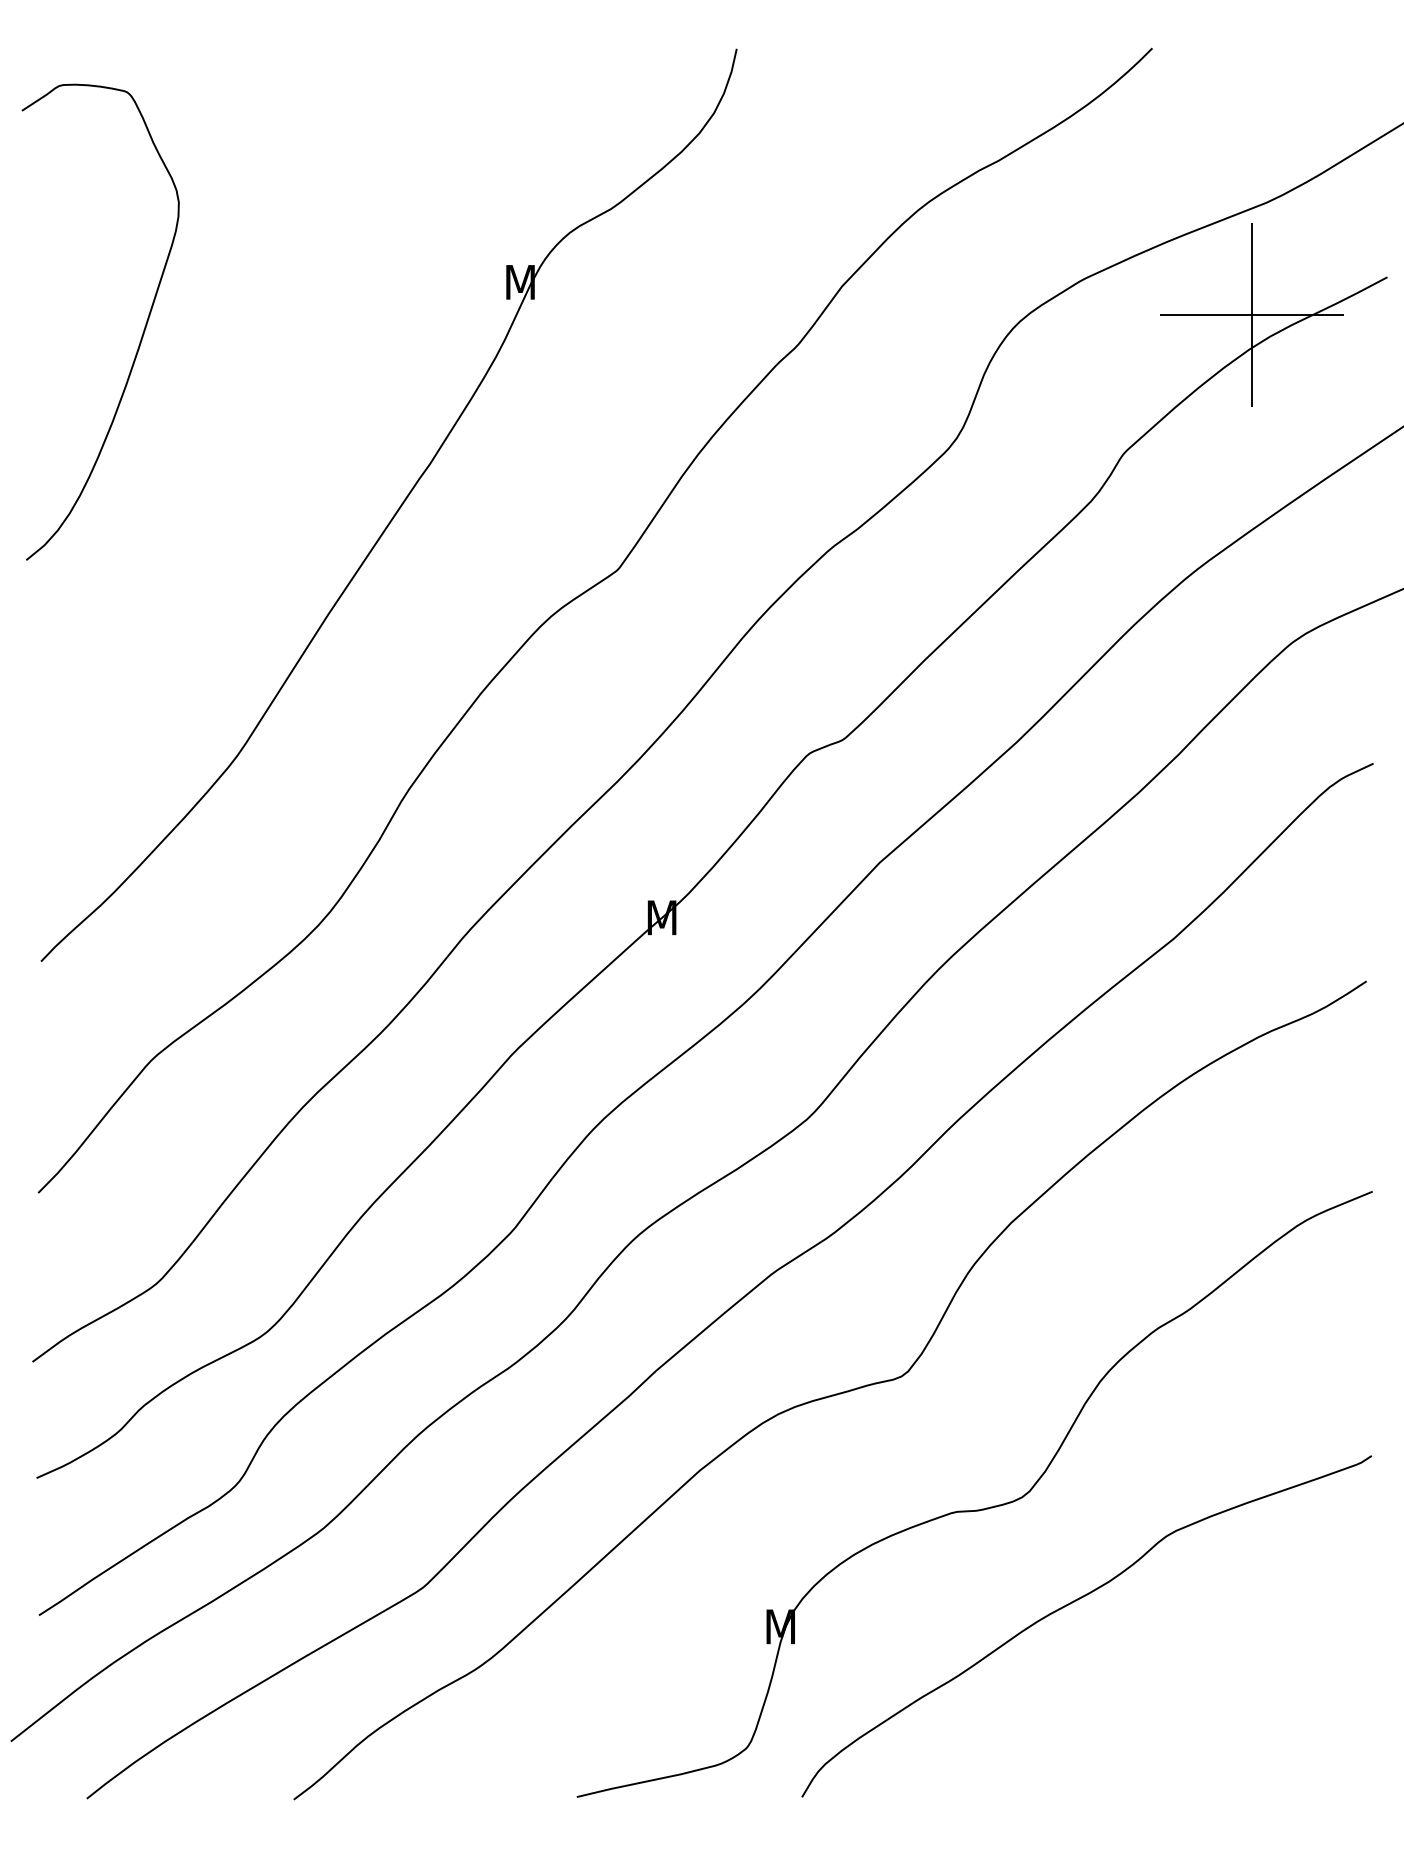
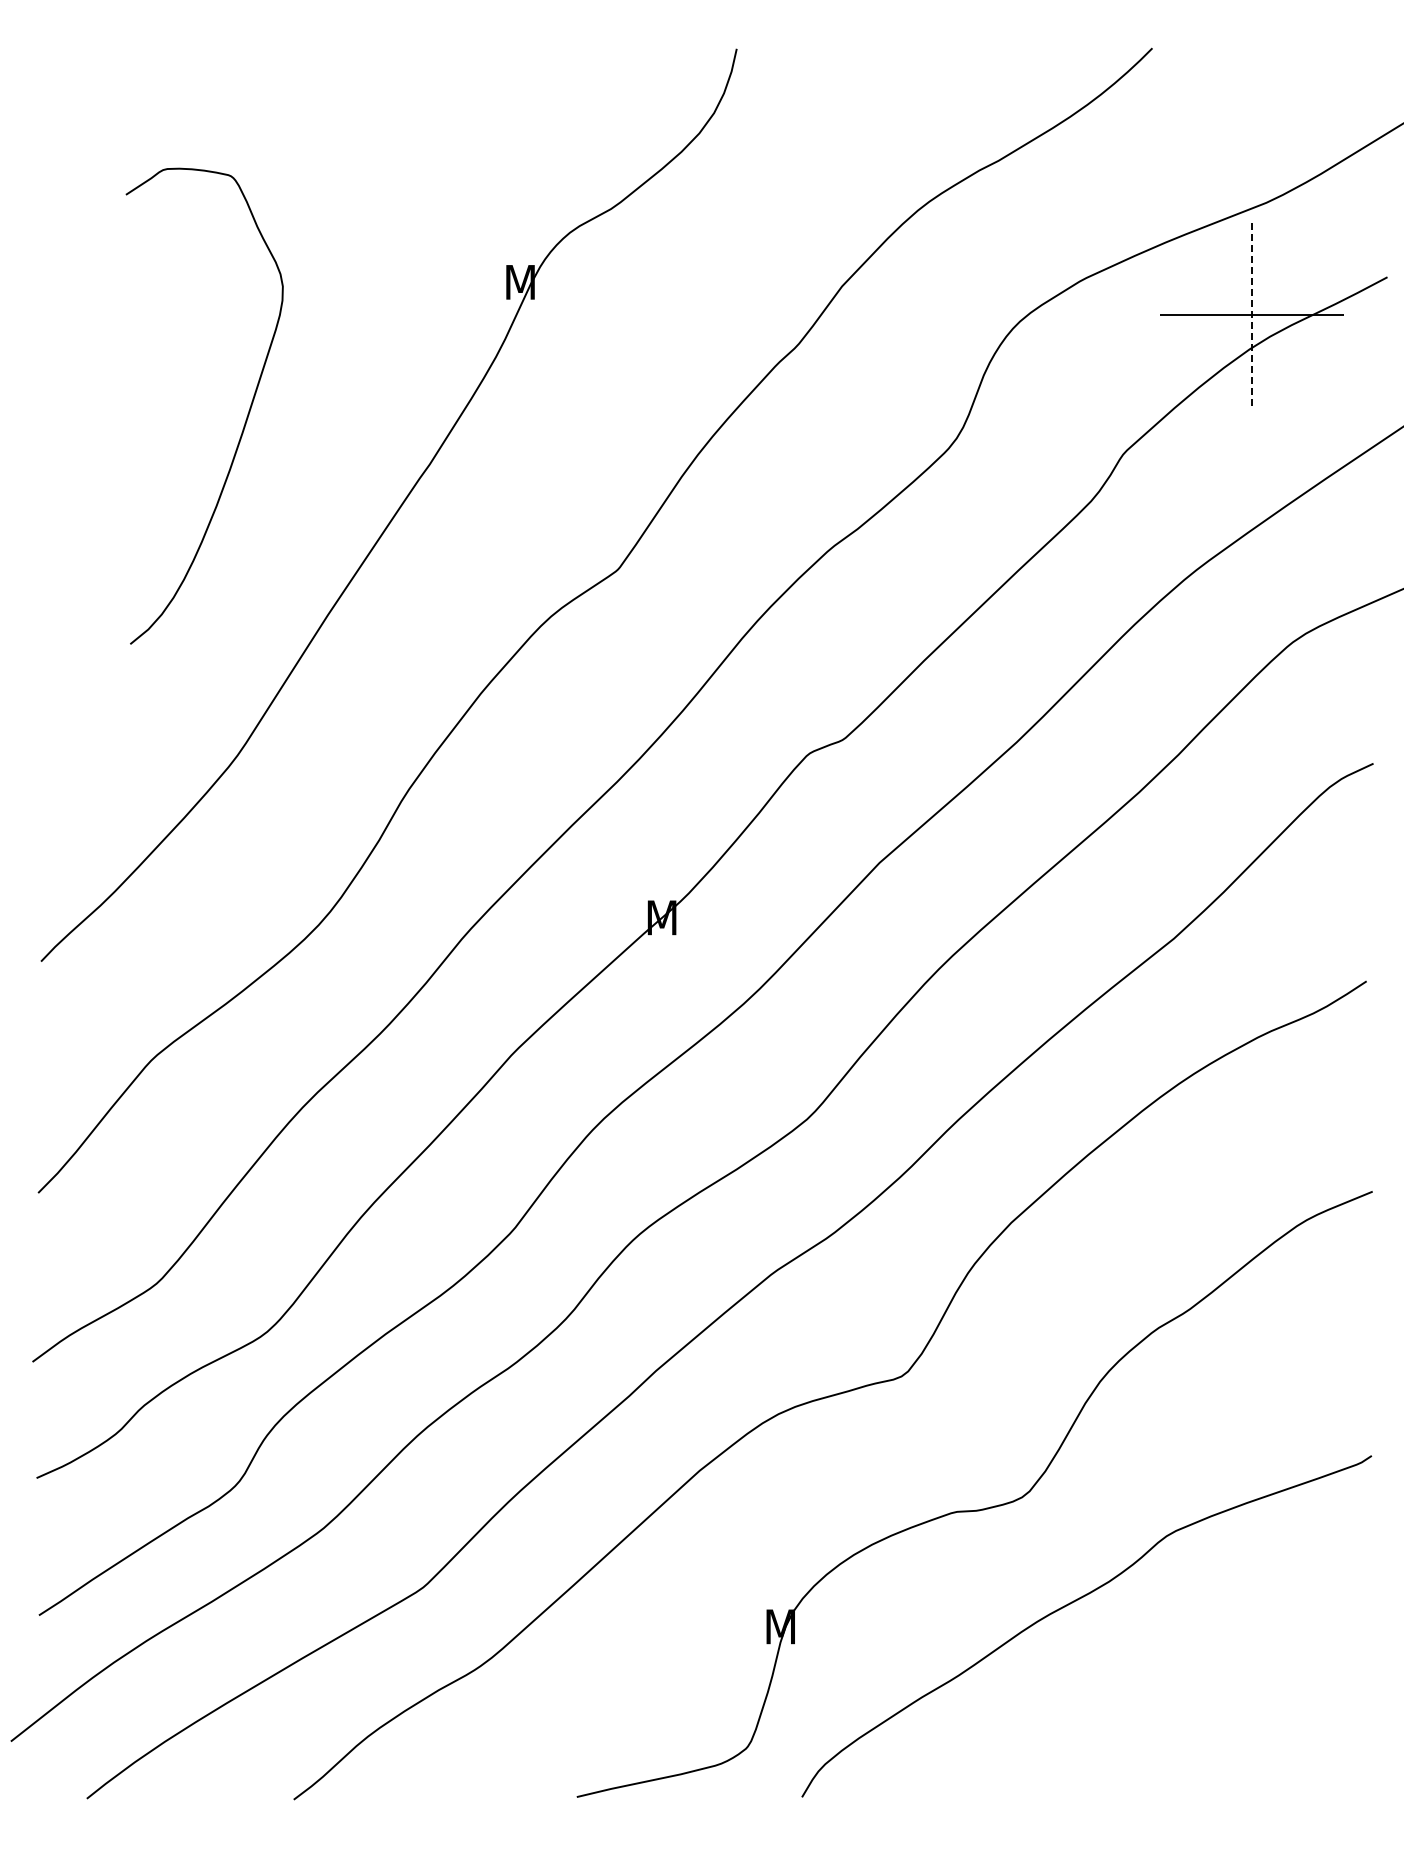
line at (1252, 315): solid -> dashed
curve at (142, 332) position: (142, 332) -> (246, 416)
